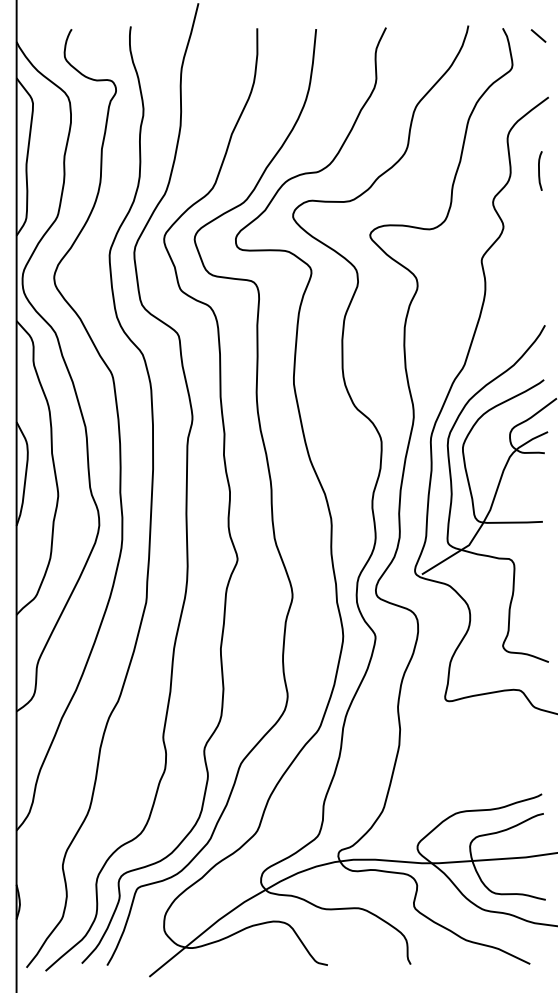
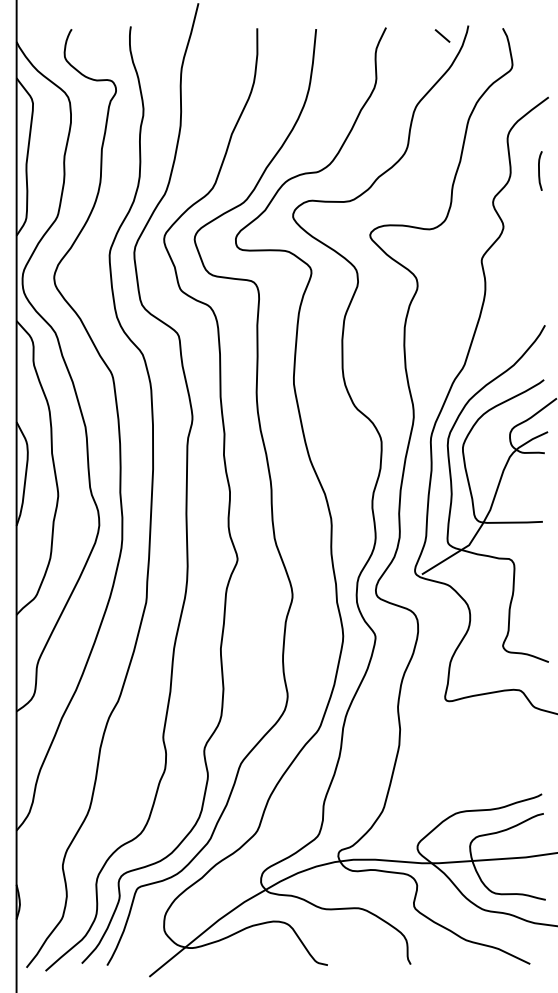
line at (538, 35) position: (538, 35) -> (442, 35)
